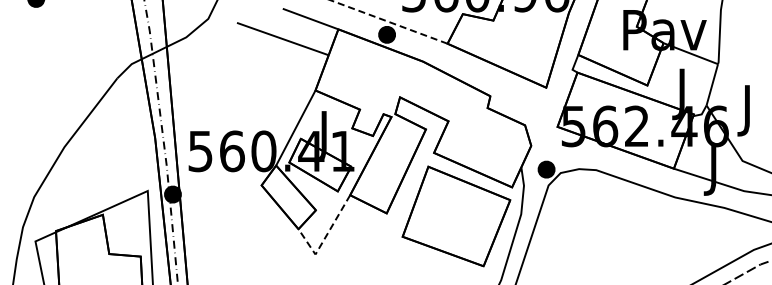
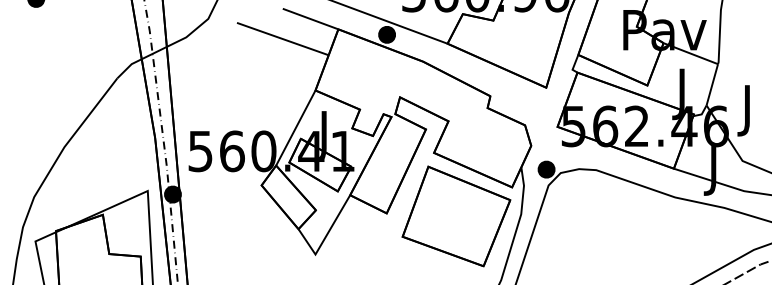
line at (388, 21): dashed -> solid
line at (324, 239): dashed -> solid
